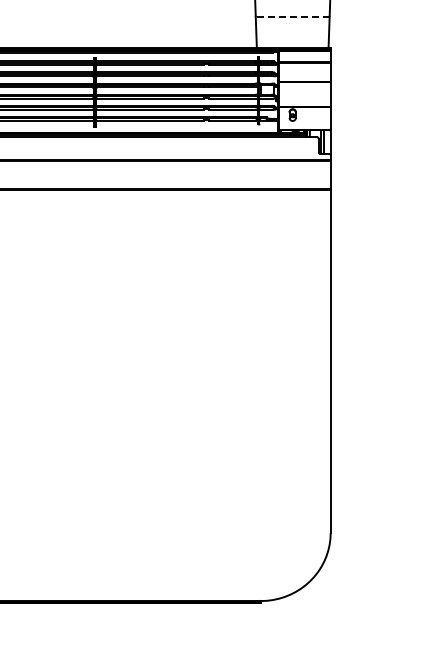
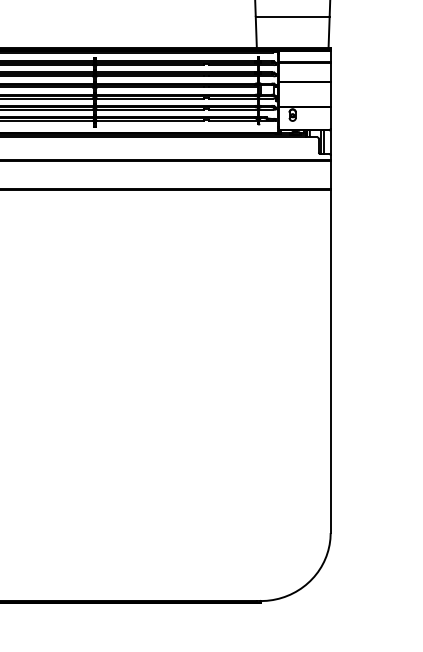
line at (292, 16): dashed -> solid
